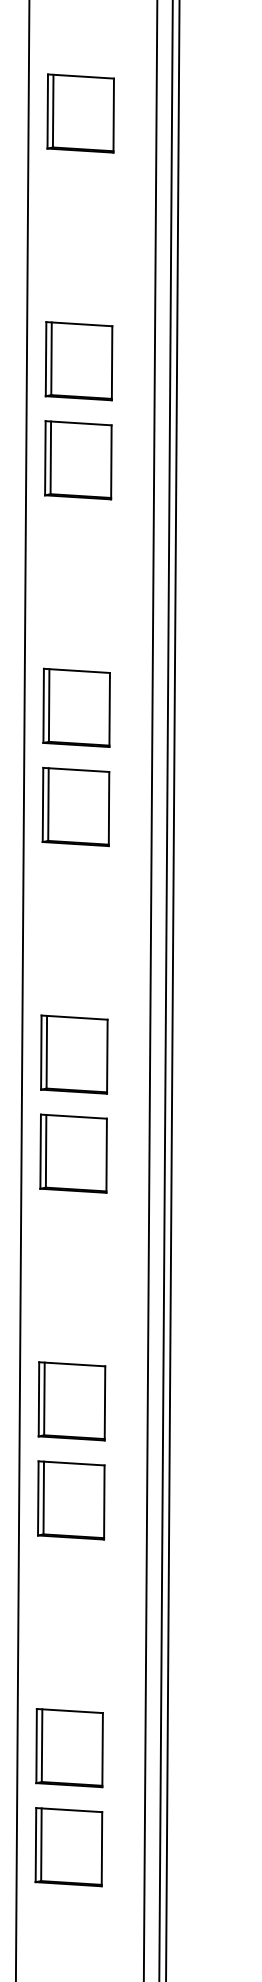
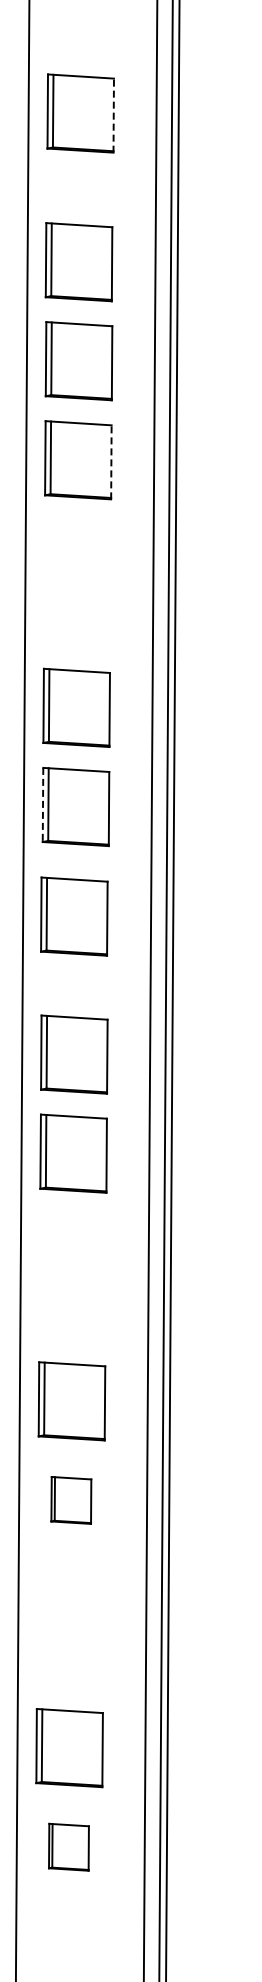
line at (113, 115): solid -> dashed
part at (78, 262): none -> present
line at (111, 461): solid -> dashed
line at (43, 805): solid -> dashed
part at (74, 916): none -> present
part at (71, 1500) size: 69x81 px -> 43x49 px
part at (68, 1847) size: 70x81 px -> 42x50 px
